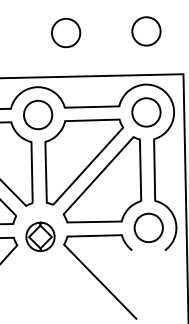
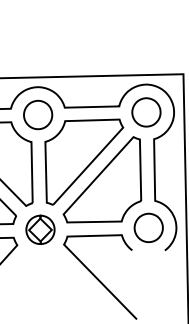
part at (146, 31): present -> none
part at (66, 32): present -> none
part at (40, 236) position: (40, 236) -> (40, 229)
